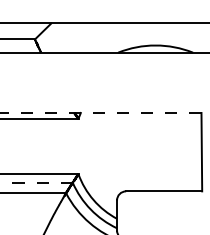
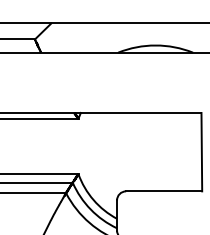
line at (100, 112): dashed -> solid
line at (36, 182): dashed -> solid
